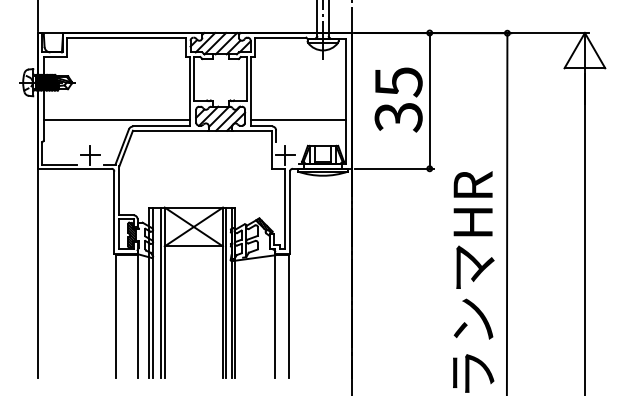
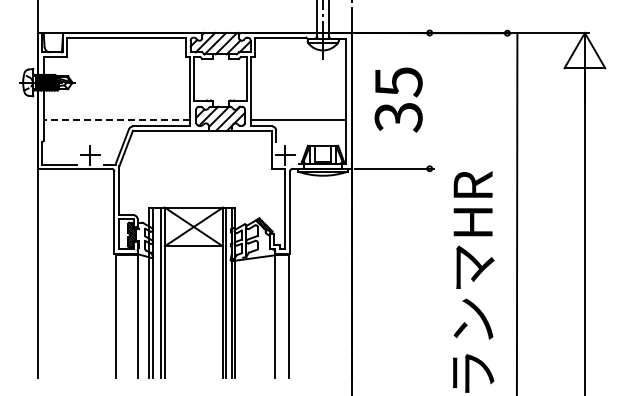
line at (429, 100): present -> none
line at (116, 120): solid -> dashed
line at (506, 212) position: (506, 212) -> (516, 212)
